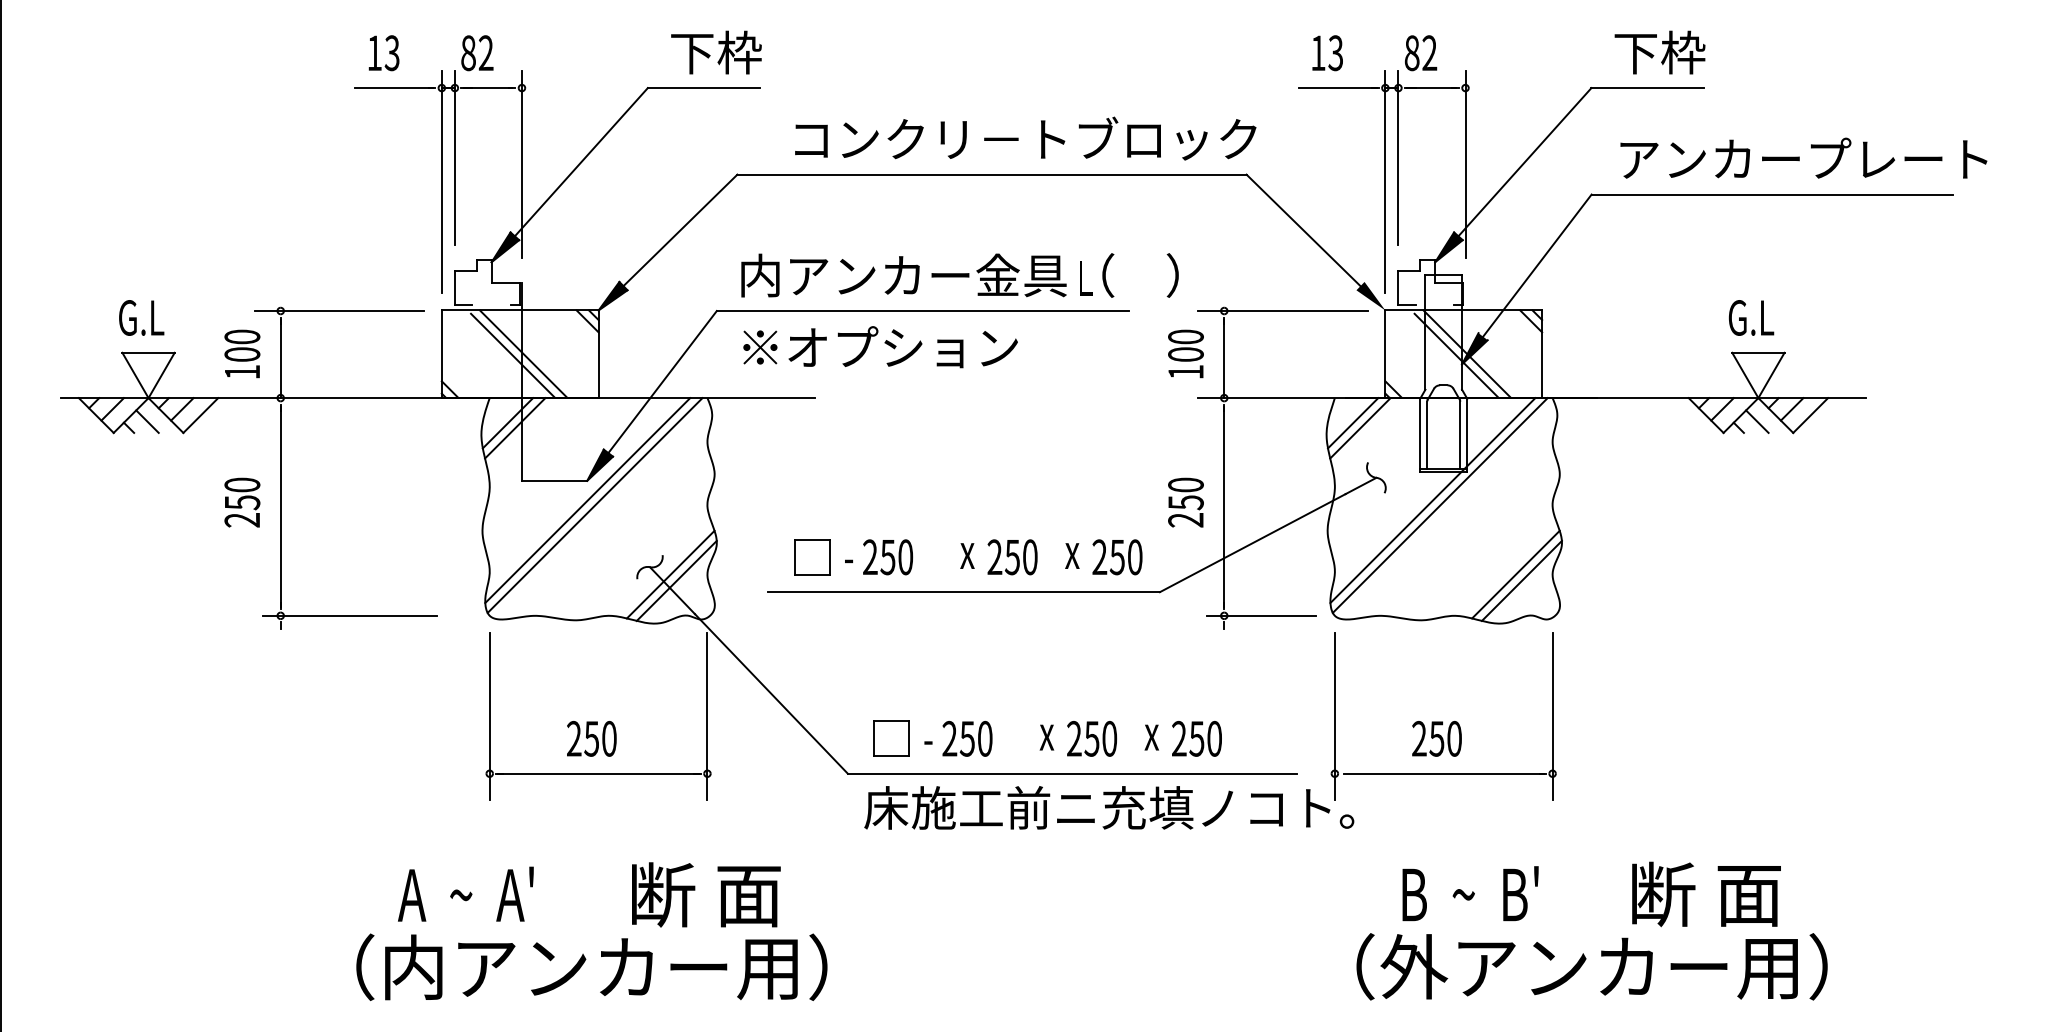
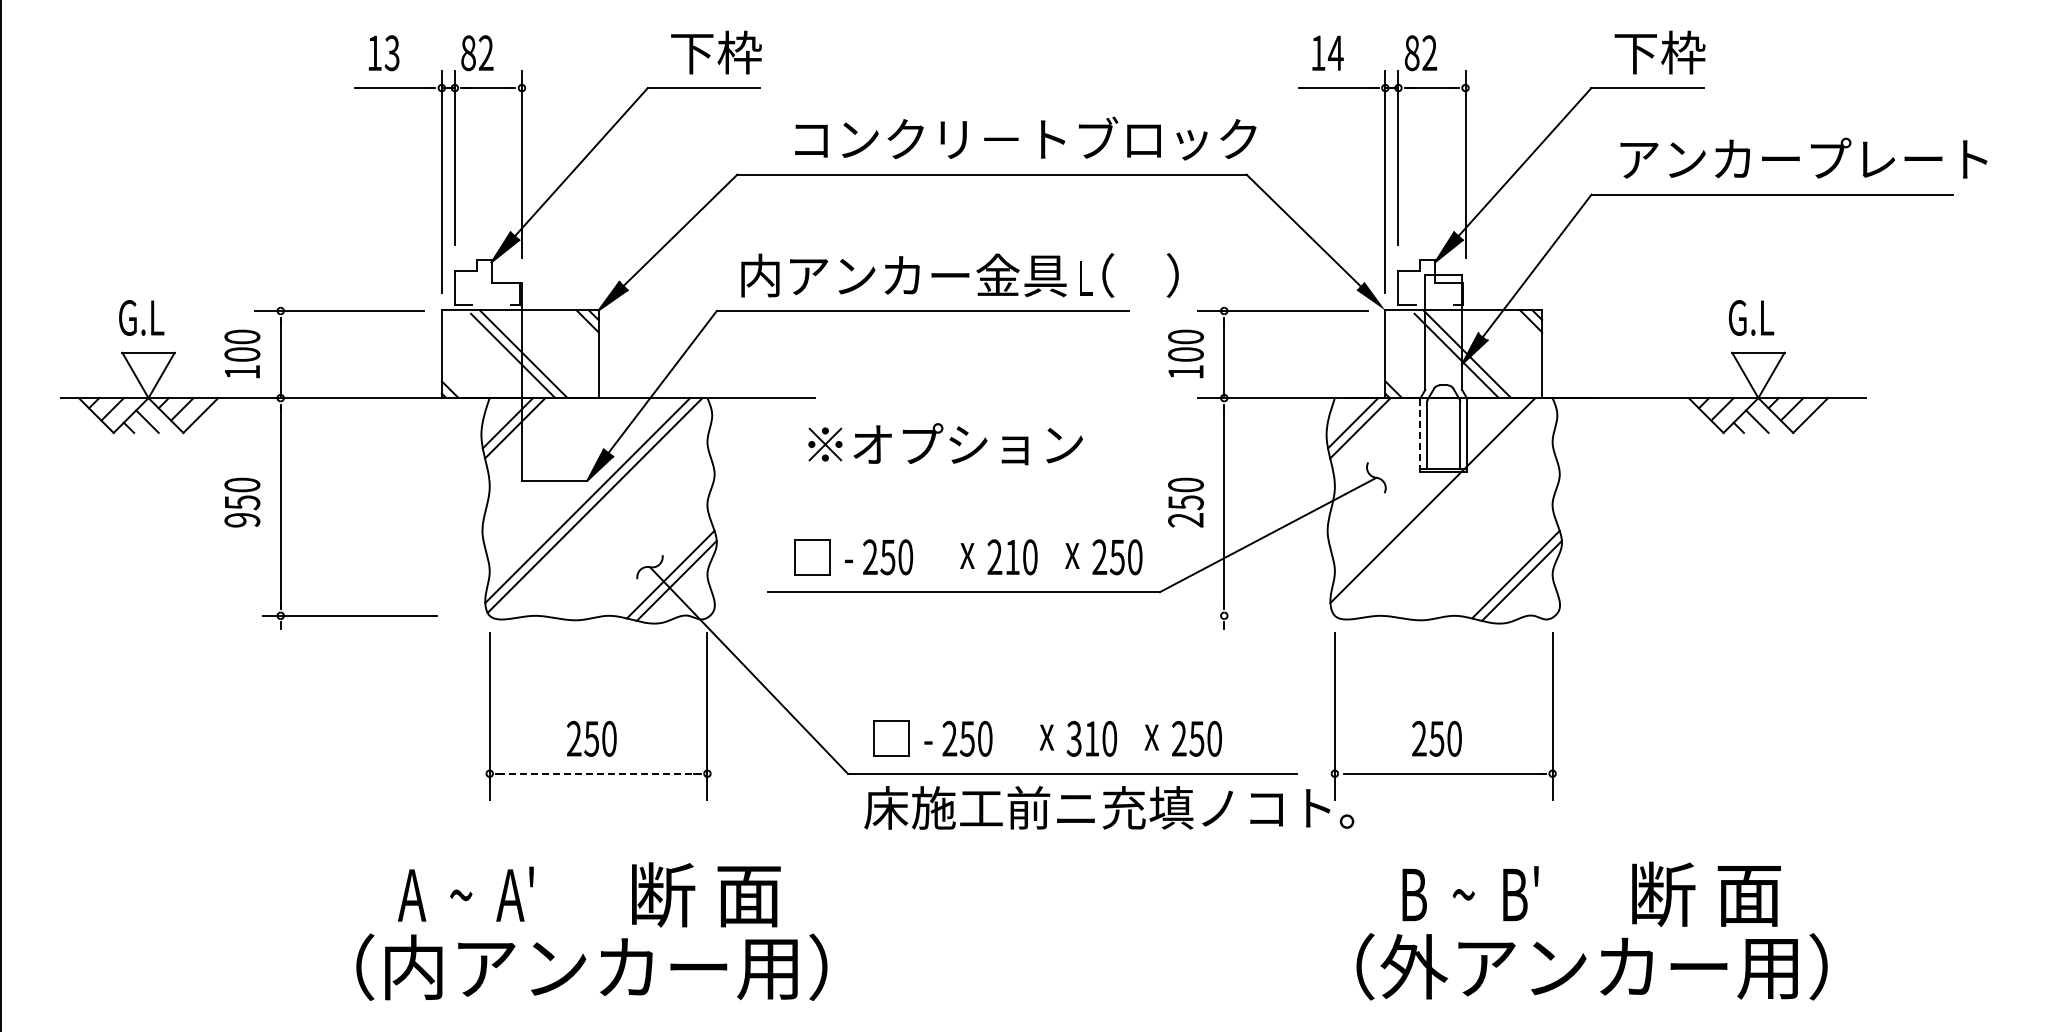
text at (1335, 53): 13 -> 14
text at (880, 347) position: (880, 347) -> (945, 444)
line at (1420, 435): solid -> dashed
line at (1439, 505): present -> none
text at (242, 520): 250 -> 950
text at (1011, 557): 250 -> 210
line at (1261, 615): present -> none
text at (1082, 738): 250 -> 310
line at (599, 773): solid -> dashed
